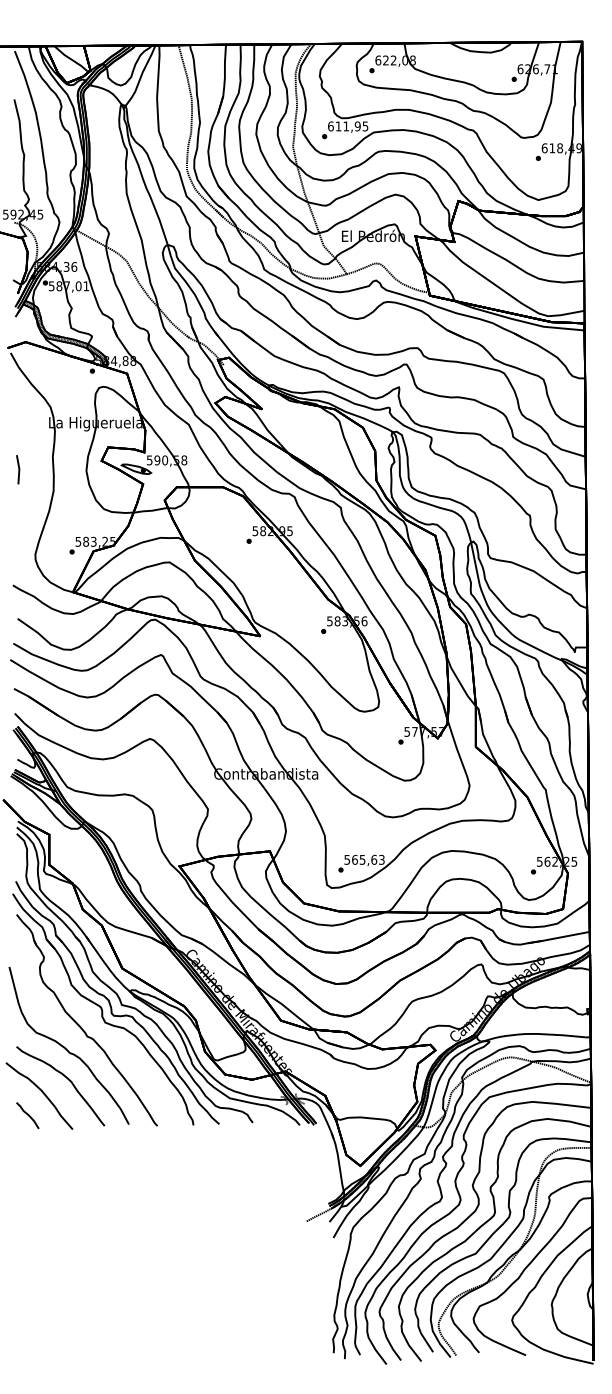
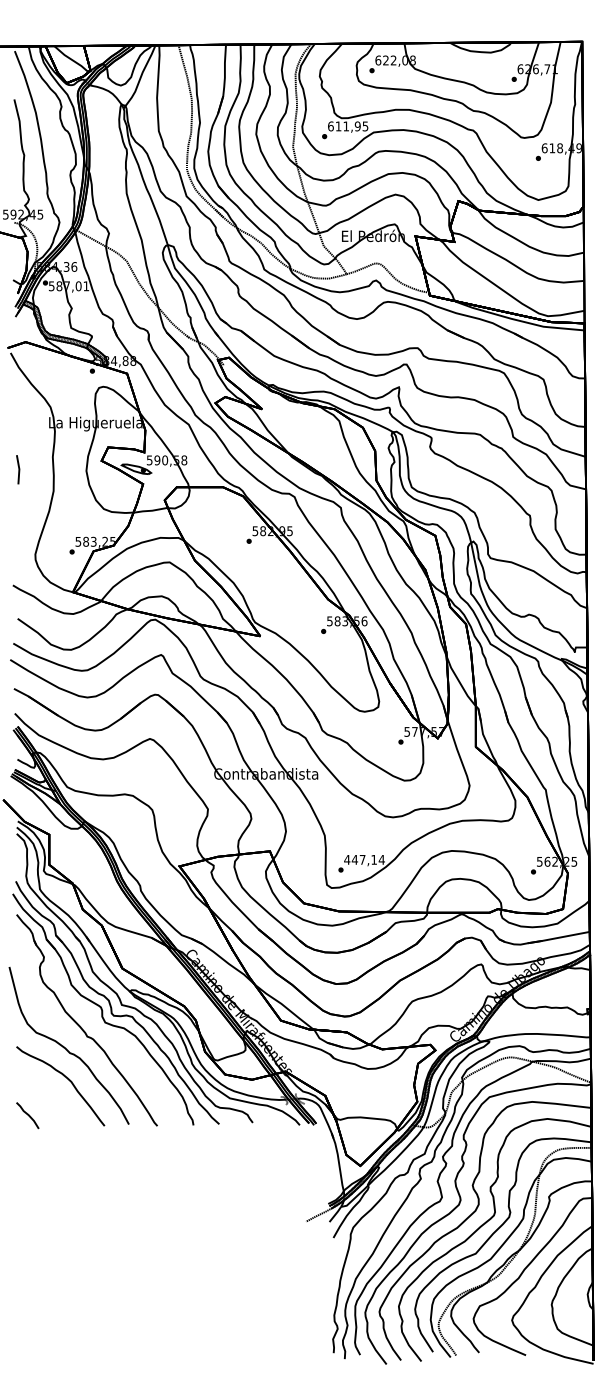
text at (364, 859): 565,63 -> 447,14
part at (39, 1095): present -> none
